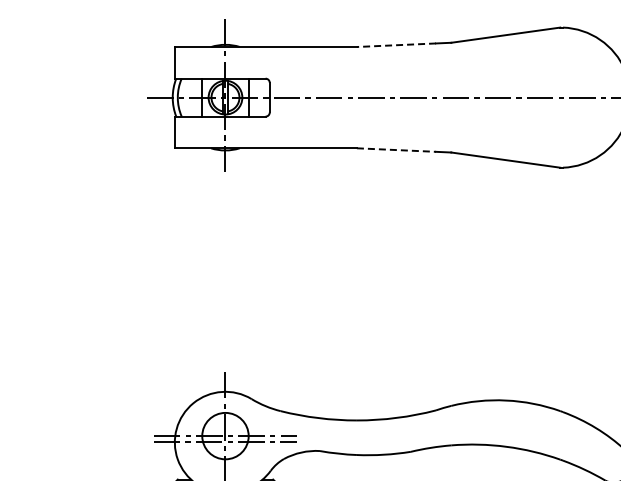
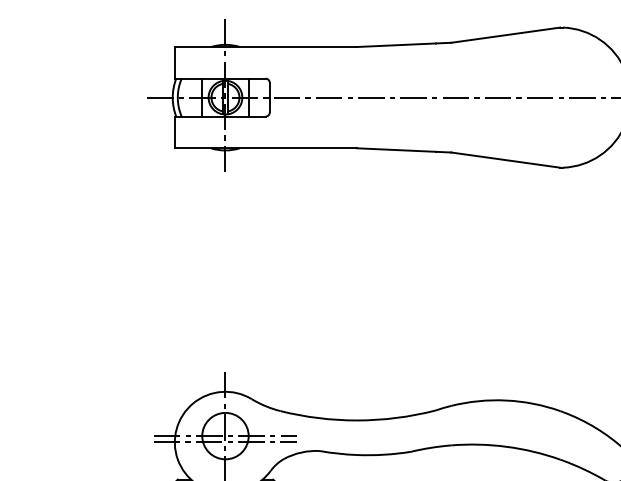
line at (396, 45): dashed -> solid
line at (396, 150): dashed -> solid
